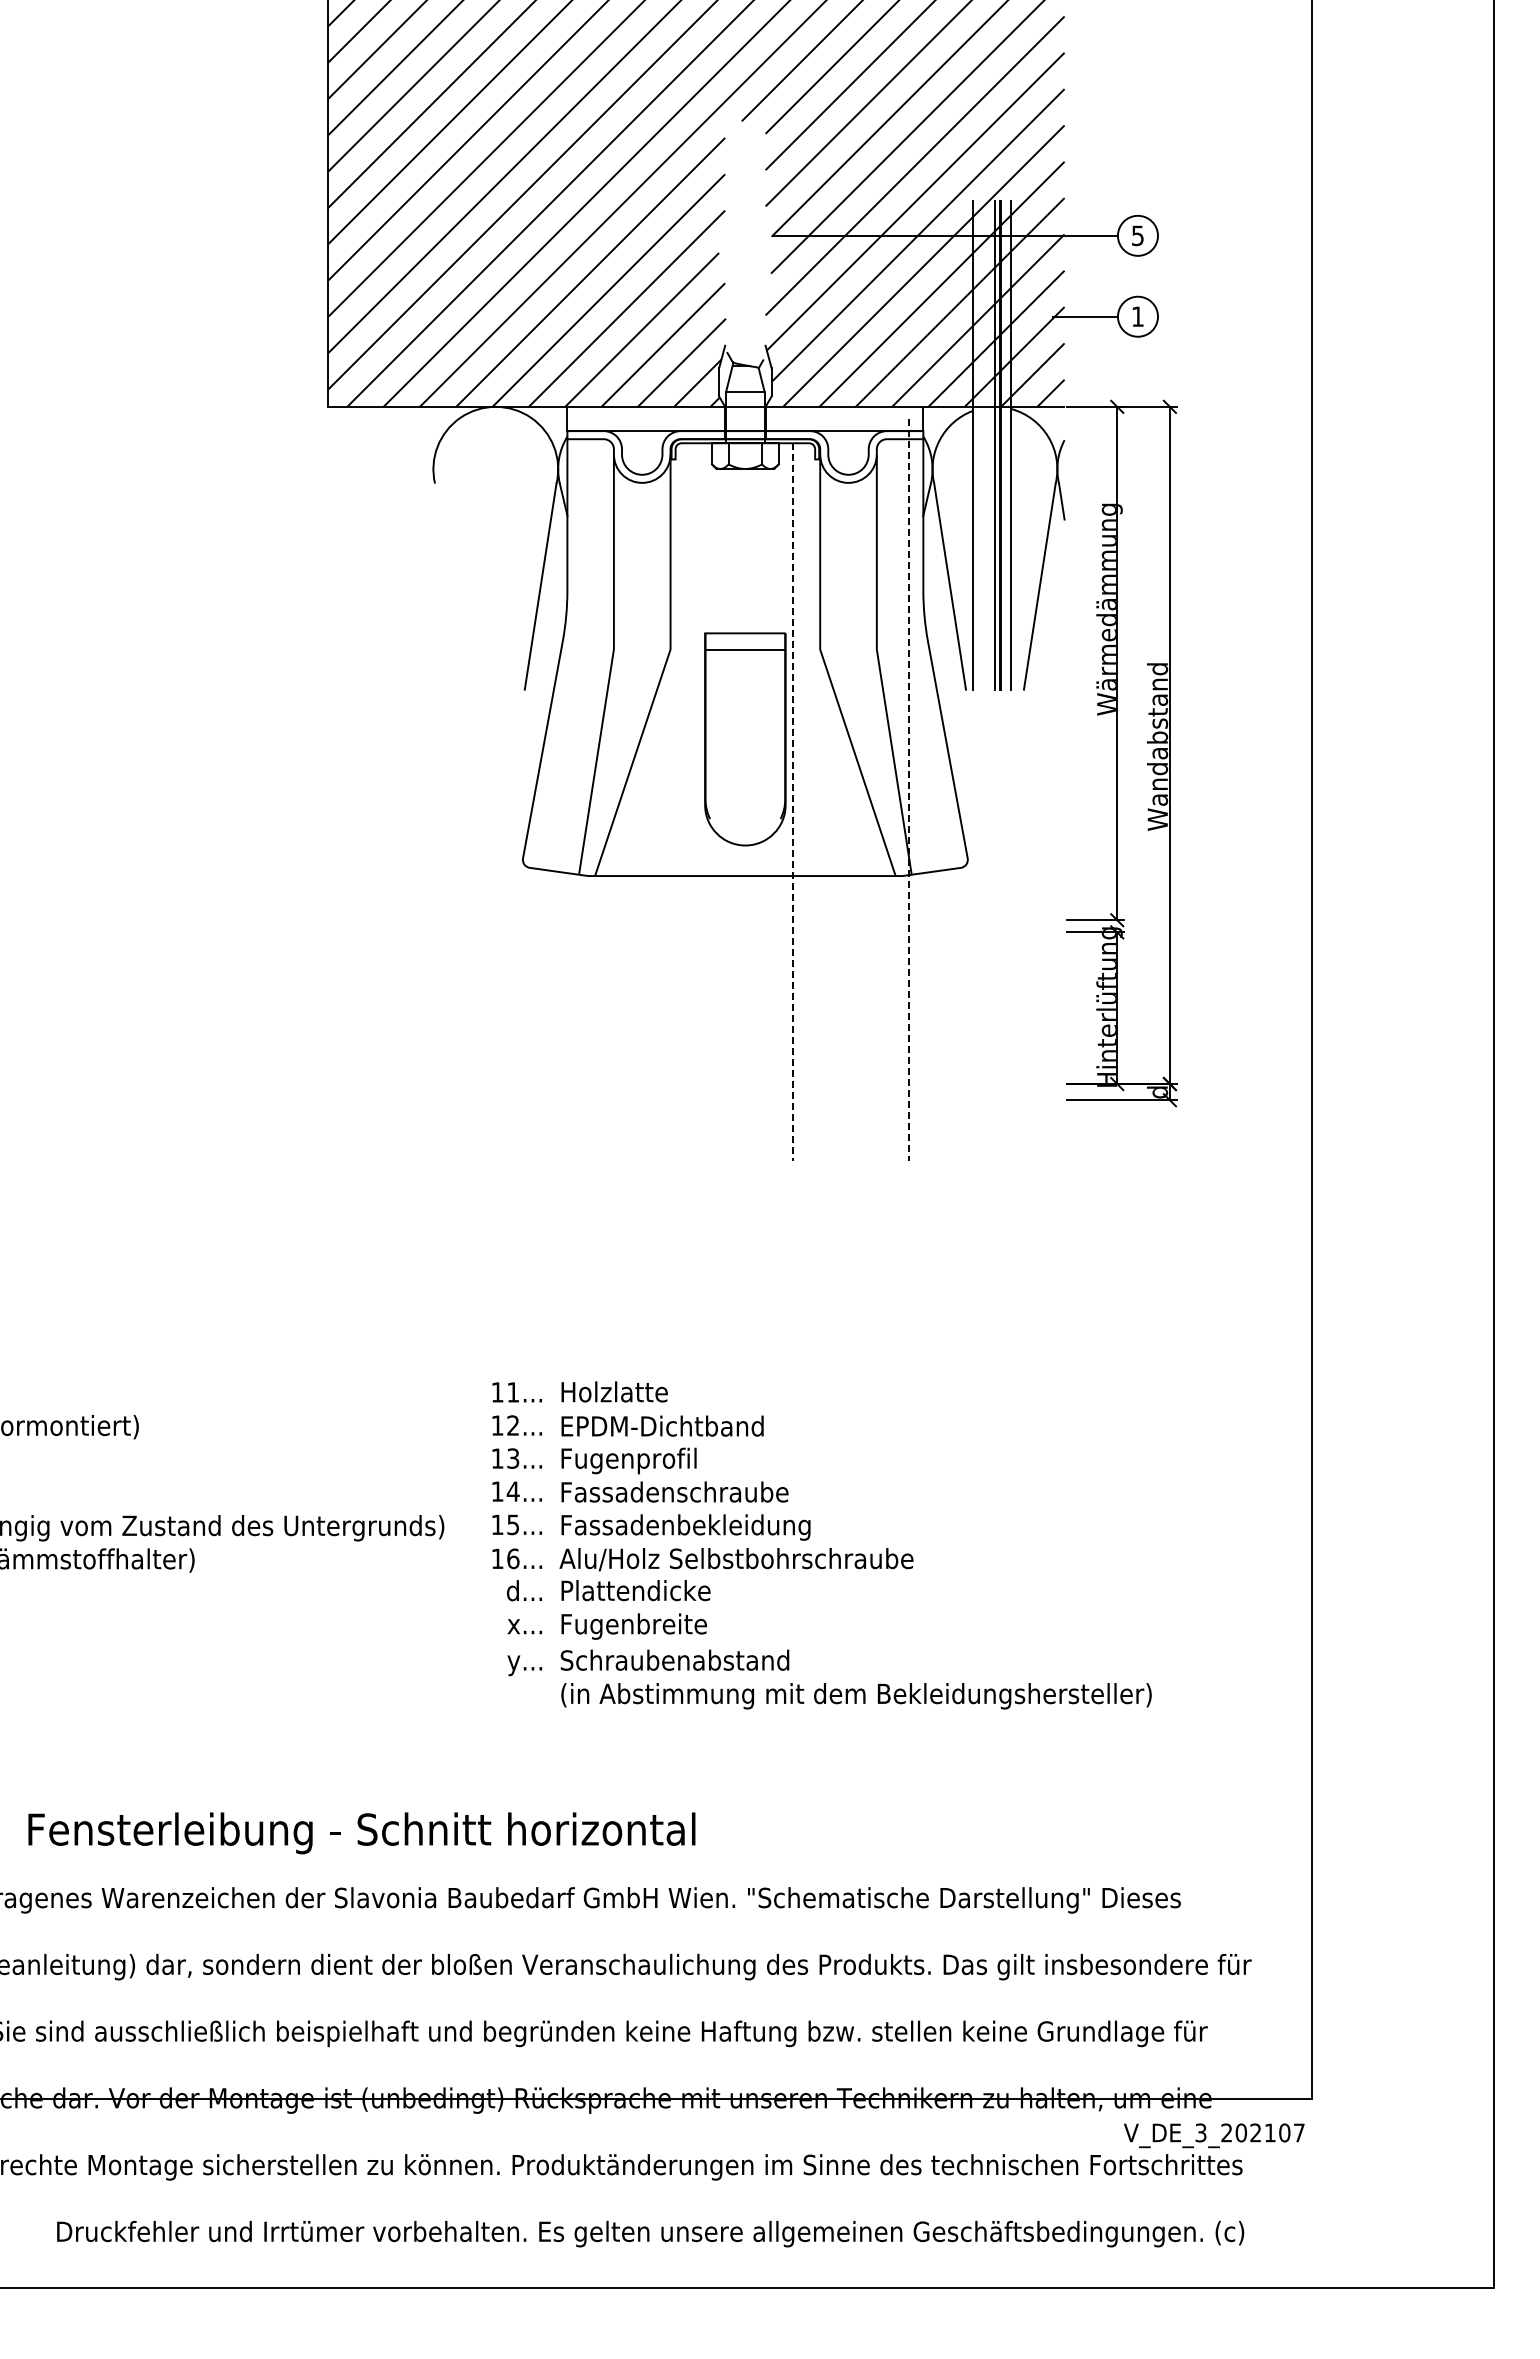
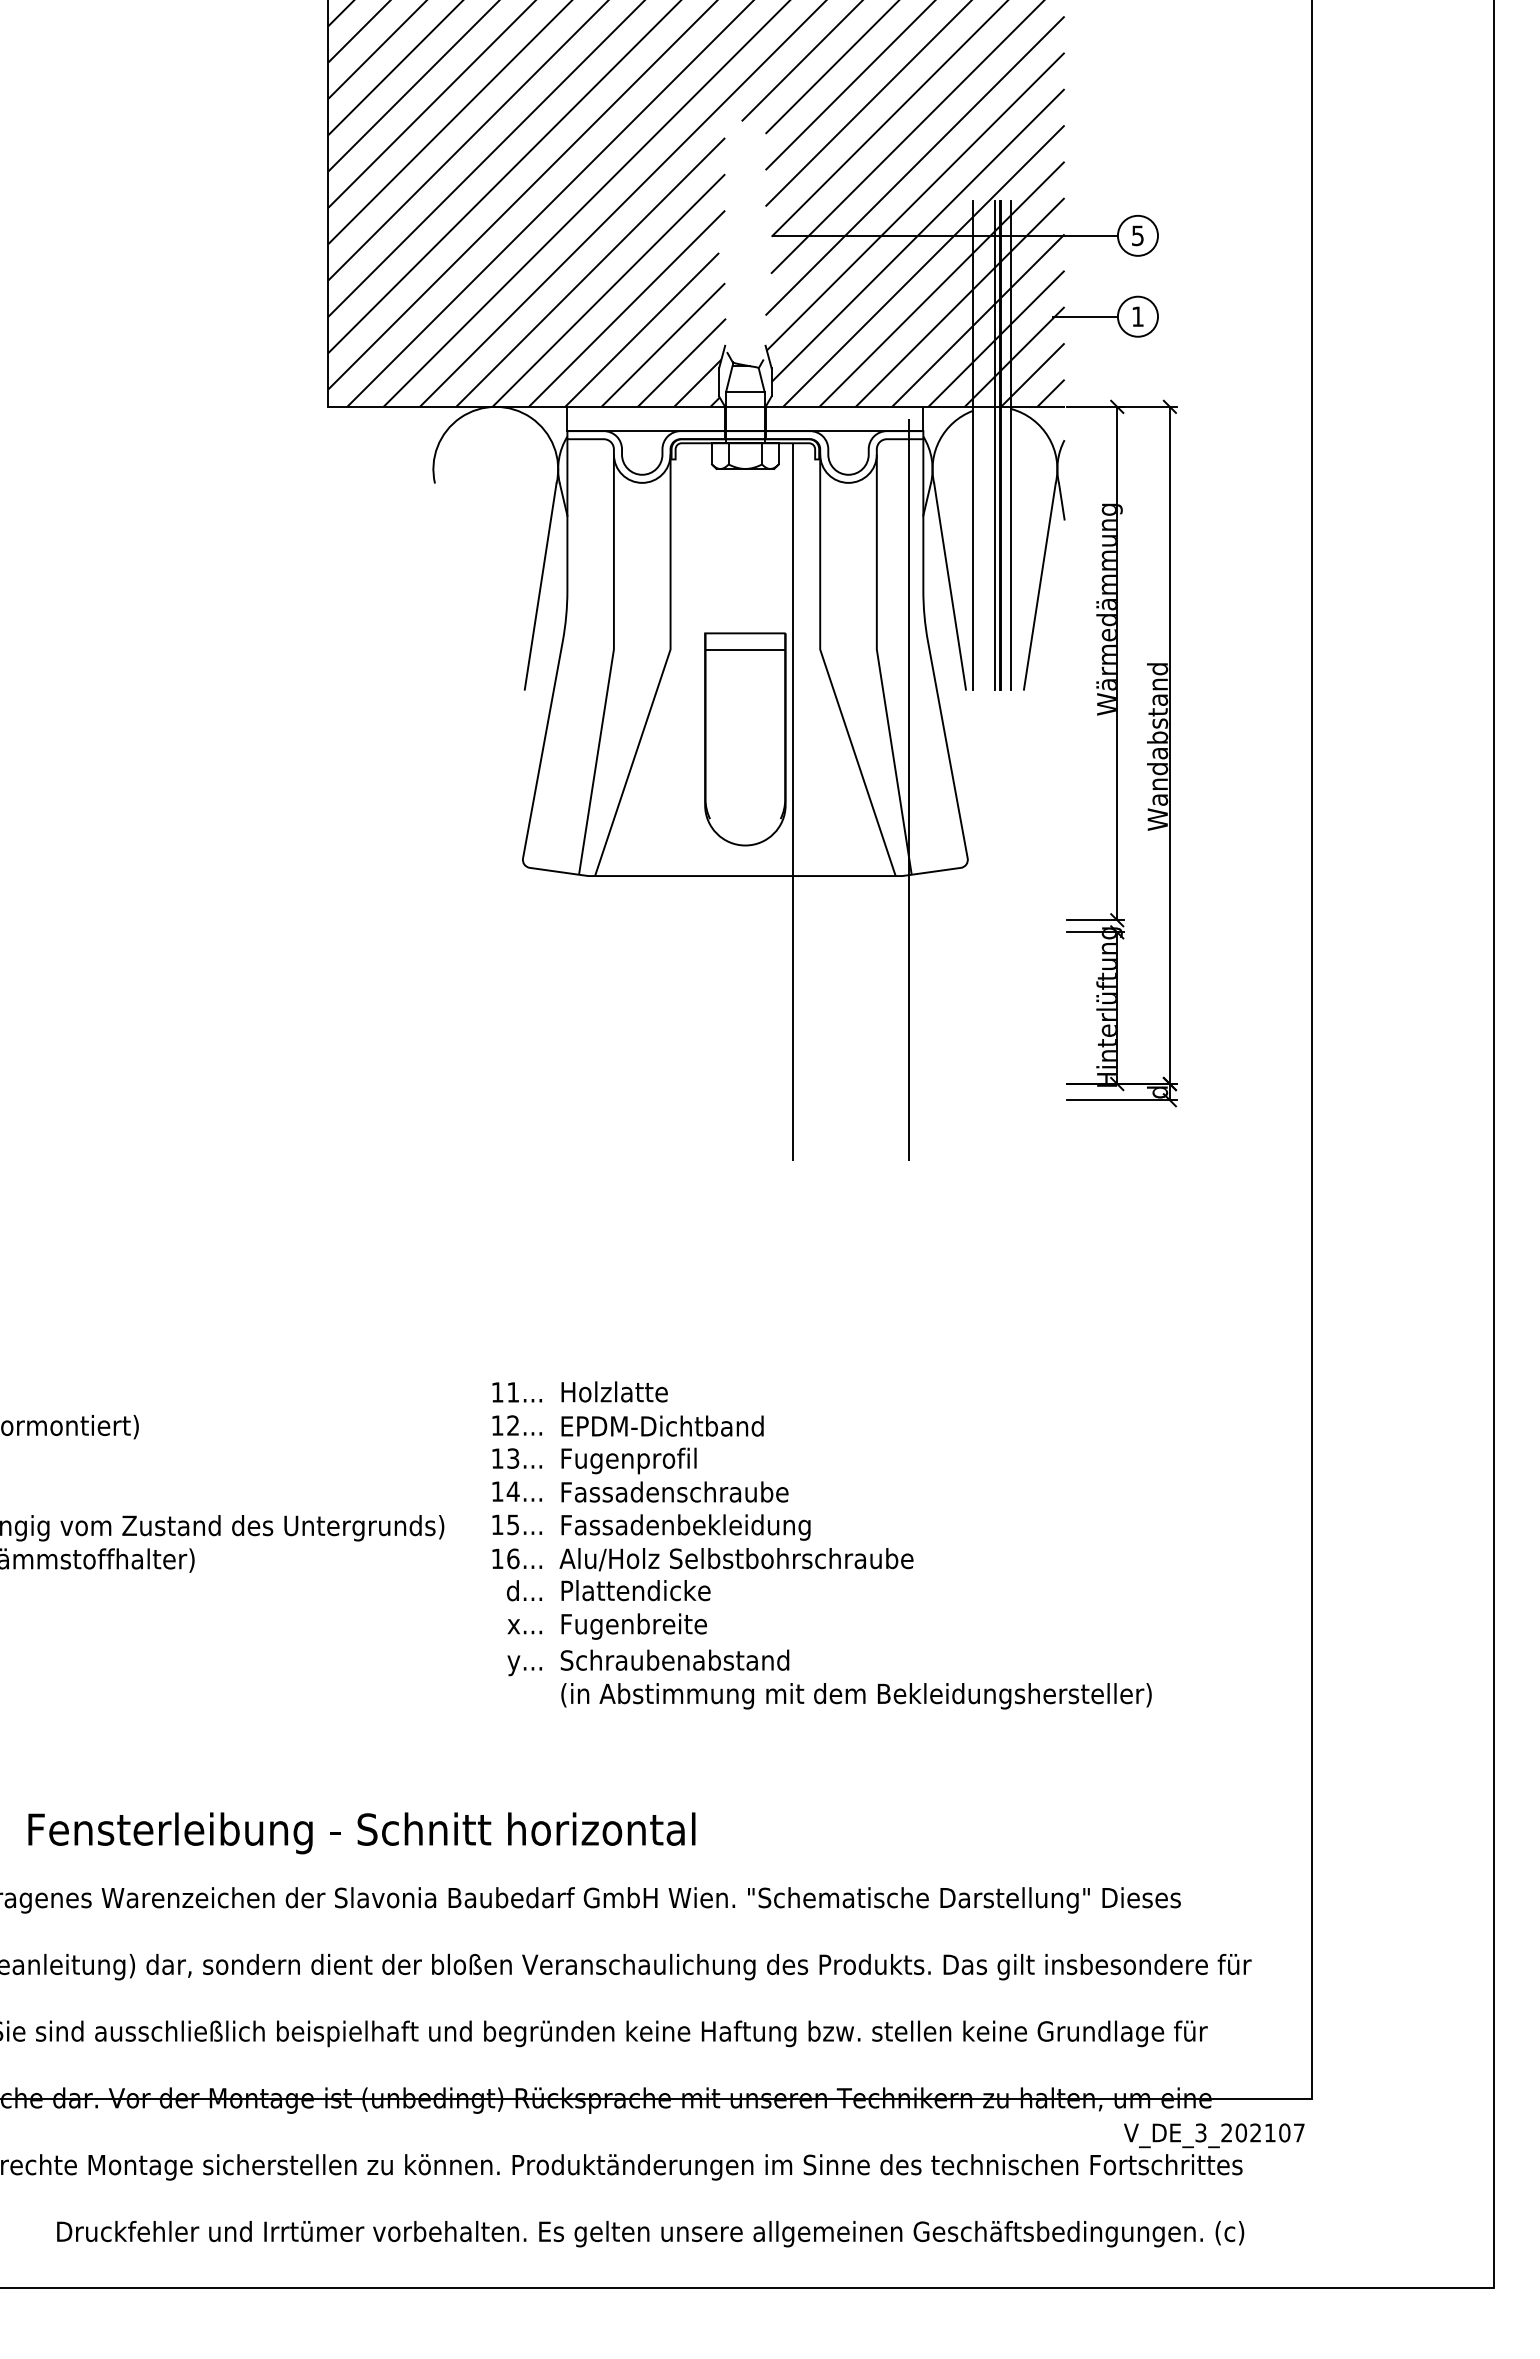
line at (908, 789): dashed -> solid
line at (793, 802): dashed -> solid
